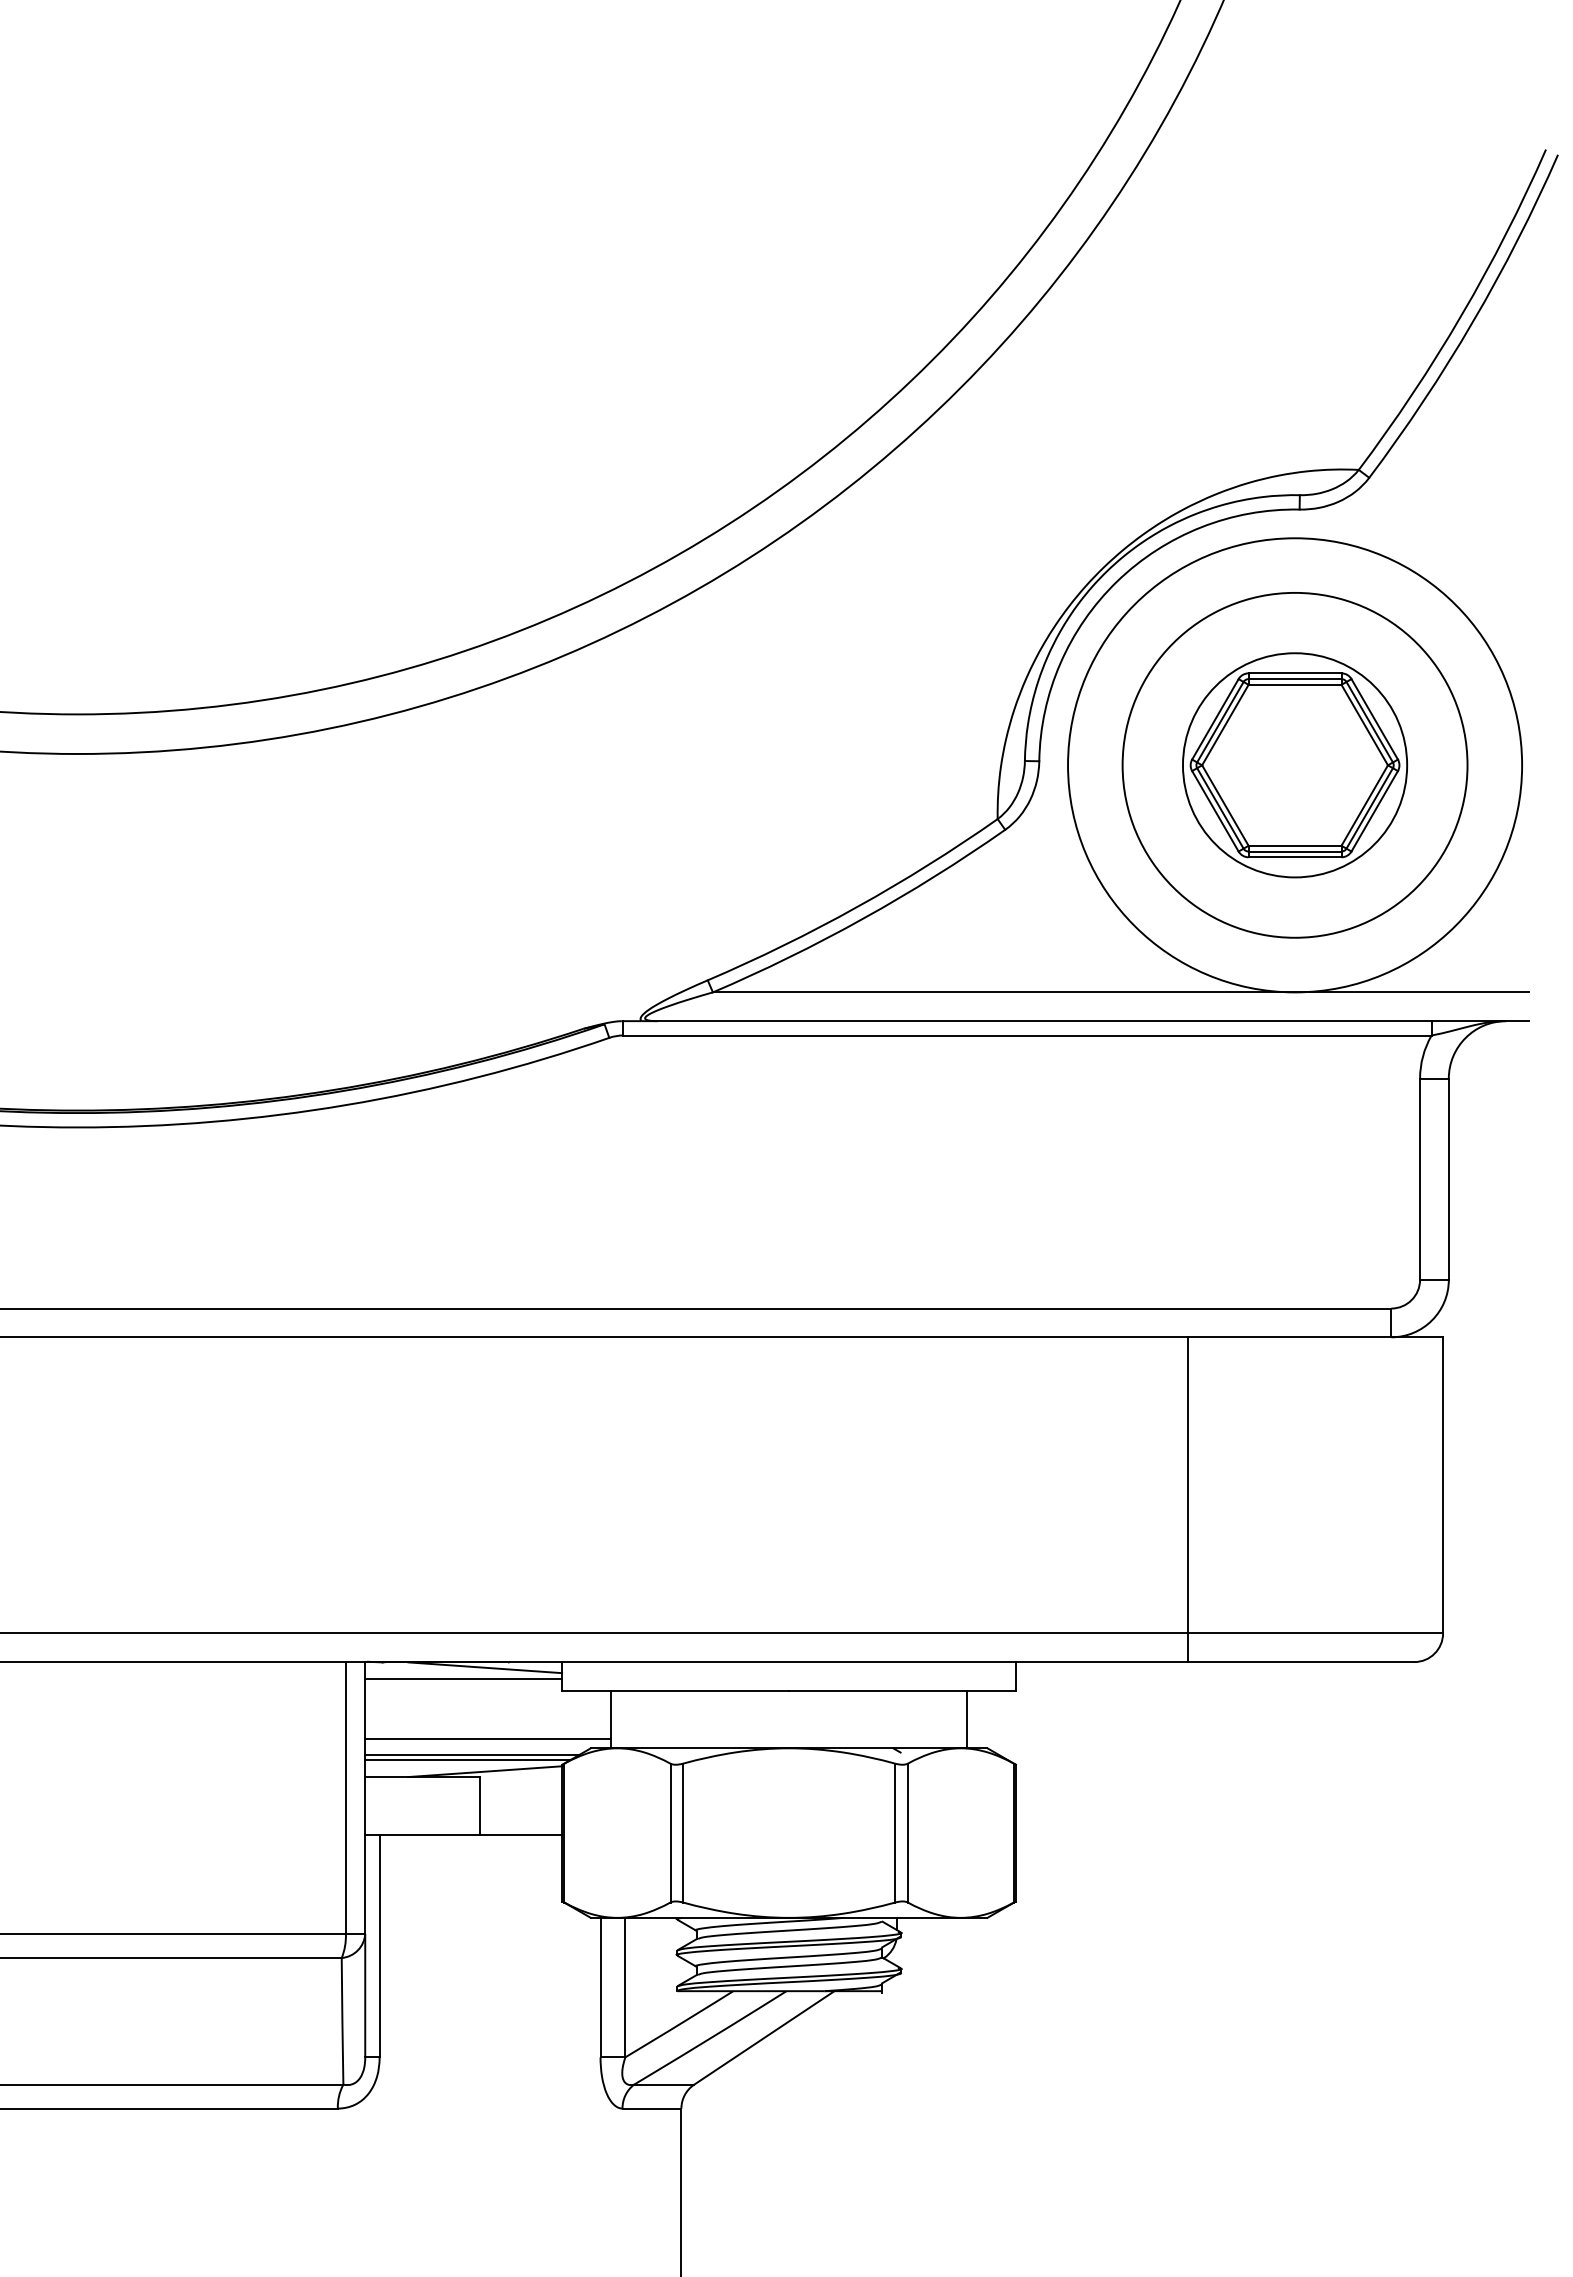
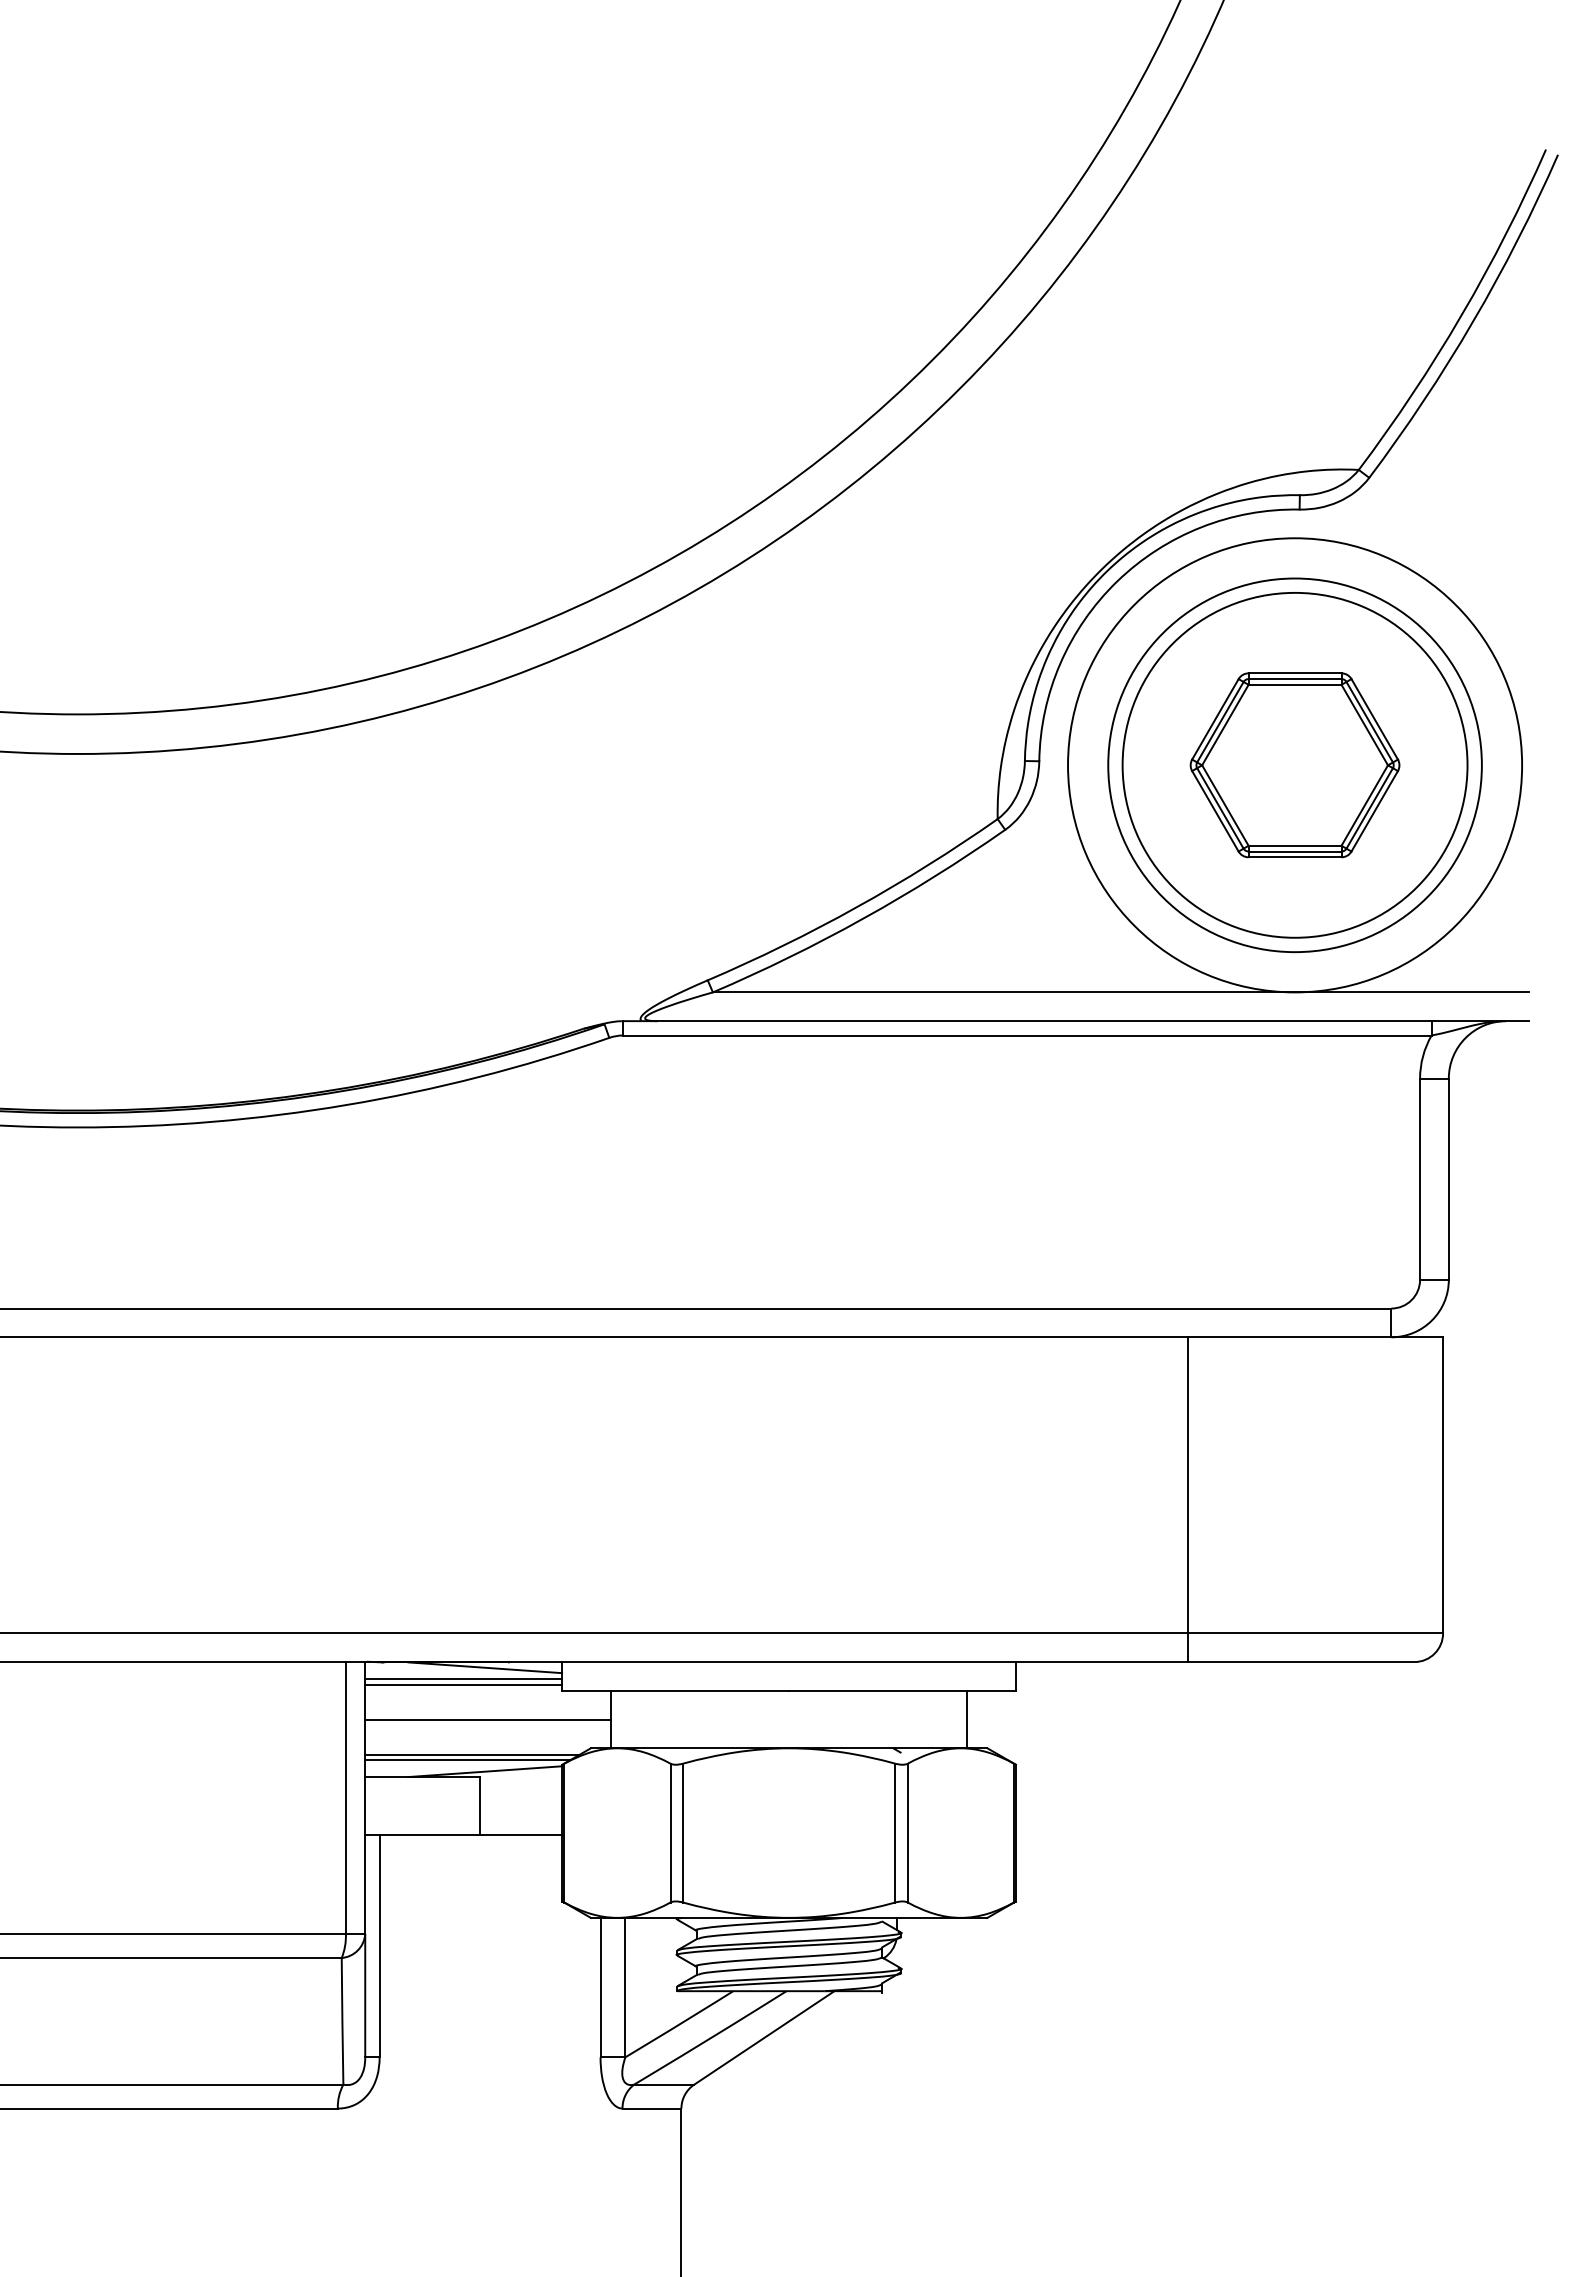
circle at (1294, 765) diameter: 224 px -> 374 px
line at (463, 1684): none -> present
line at (487, 1738) position: (487, 1738) -> (487, 1719)
